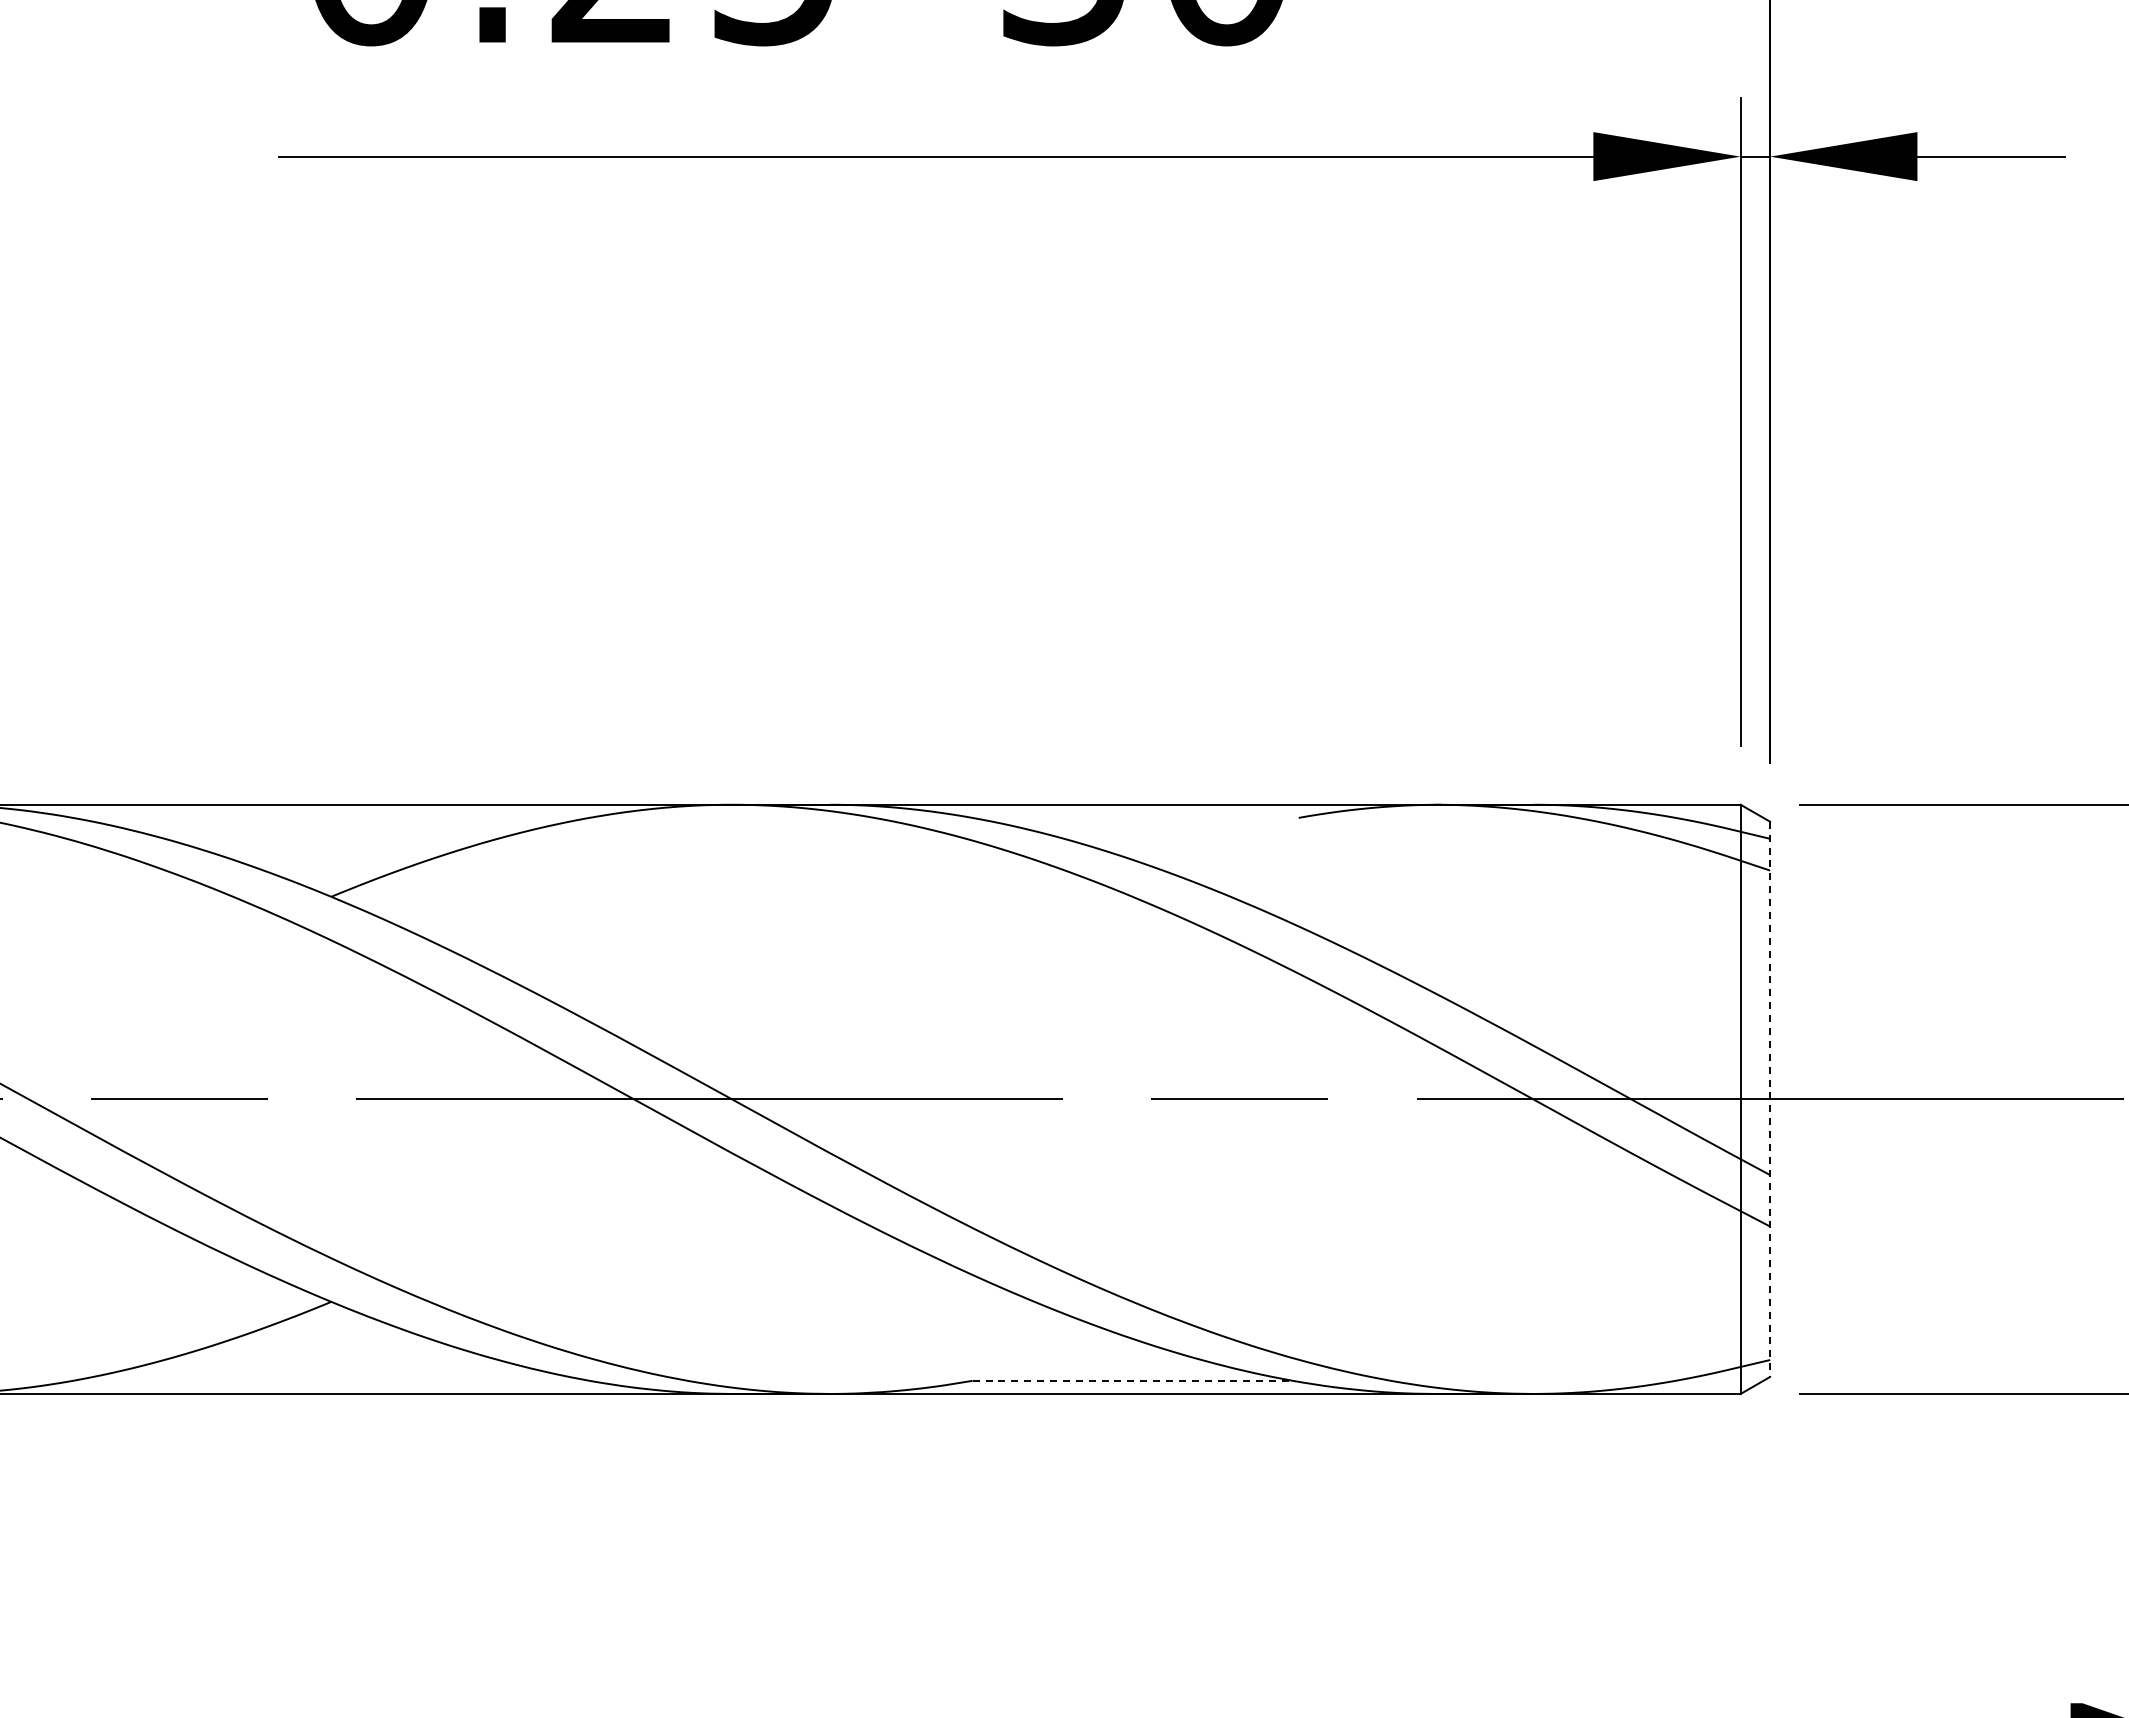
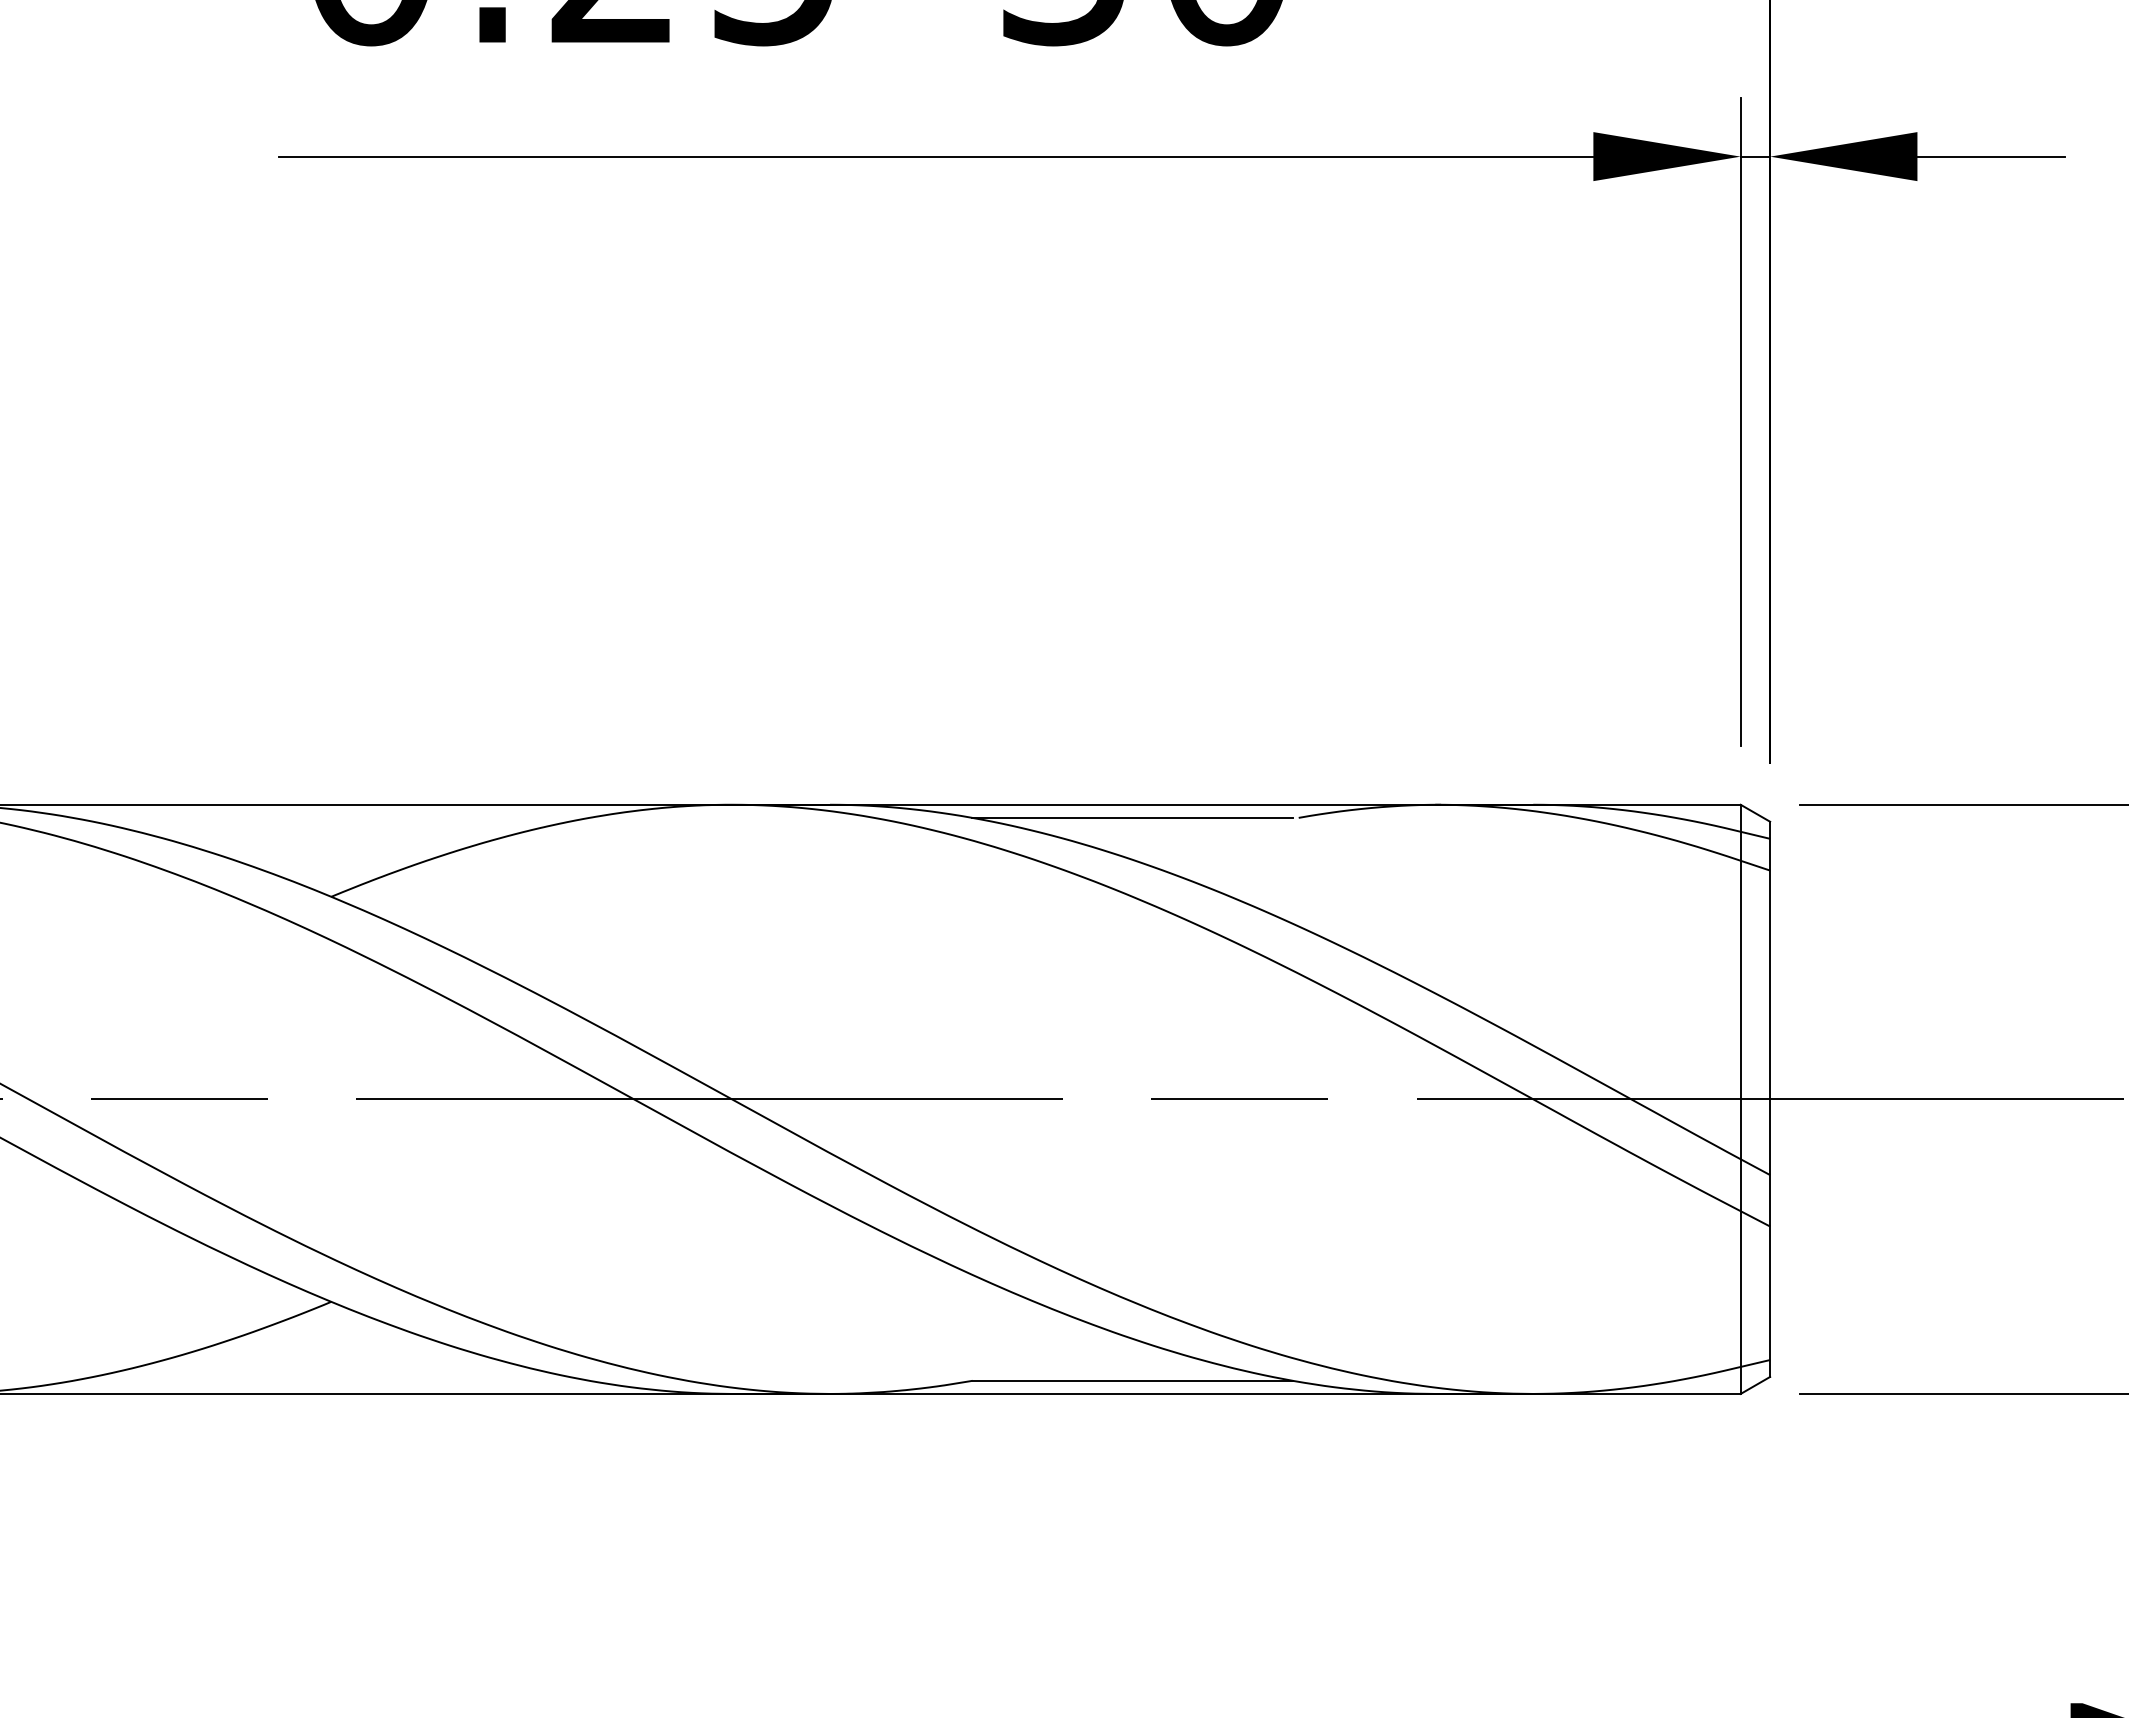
line at (1132, 817): none -> present
line at (1770, 1099): dashed -> solid
line at (1132, 1380): dashed -> solid
